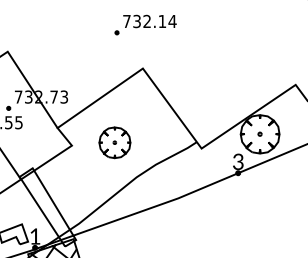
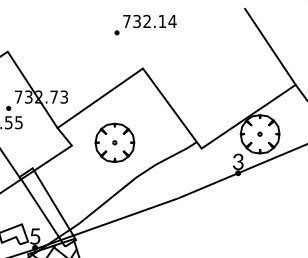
line at (270, 46): none -> present
part at (114, 142) size: 34x34 px -> 42x41 px
text at (35, 236): 1 -> 5
